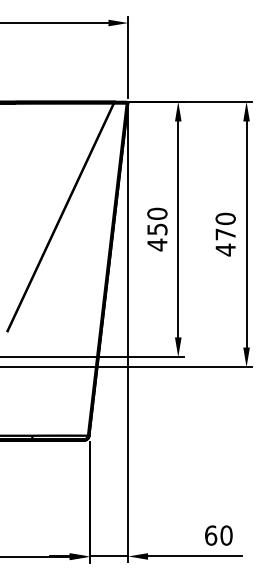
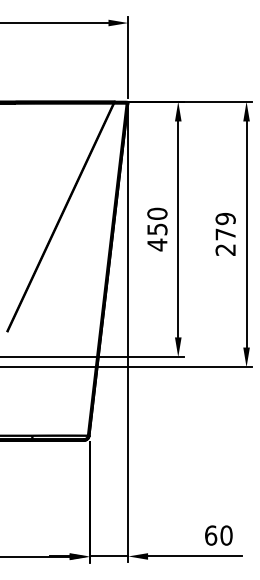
text at (225, 234): 470 -> 279
